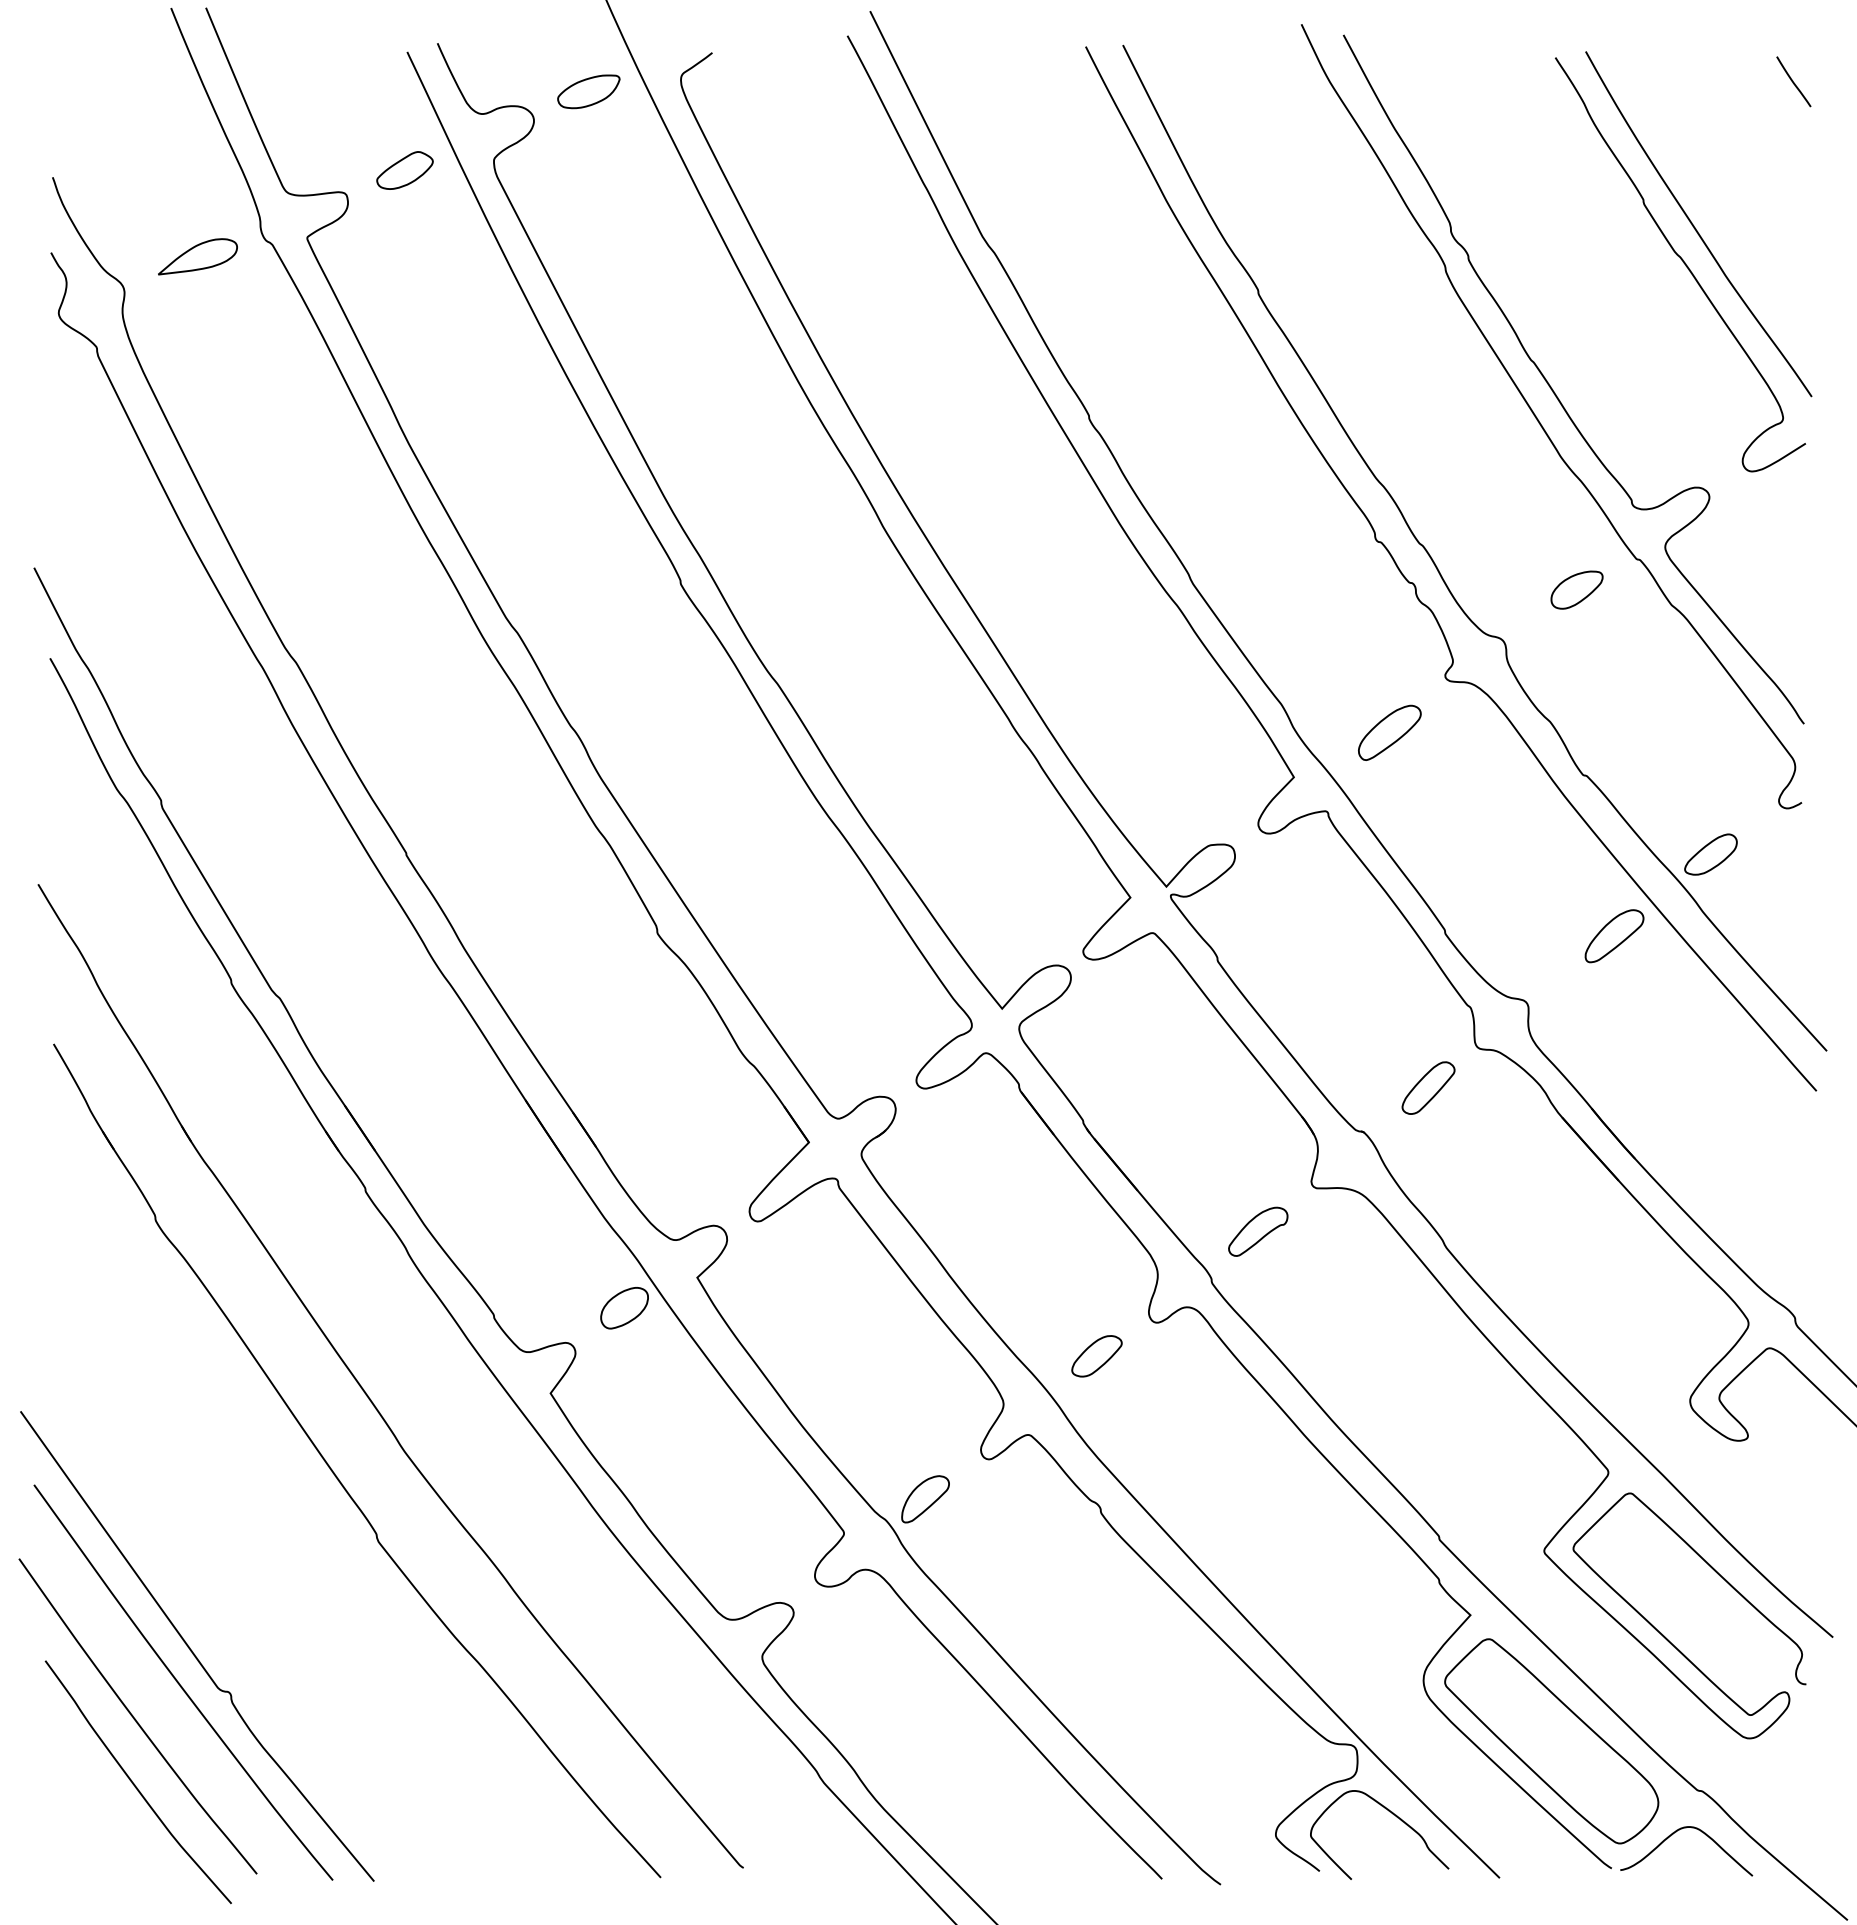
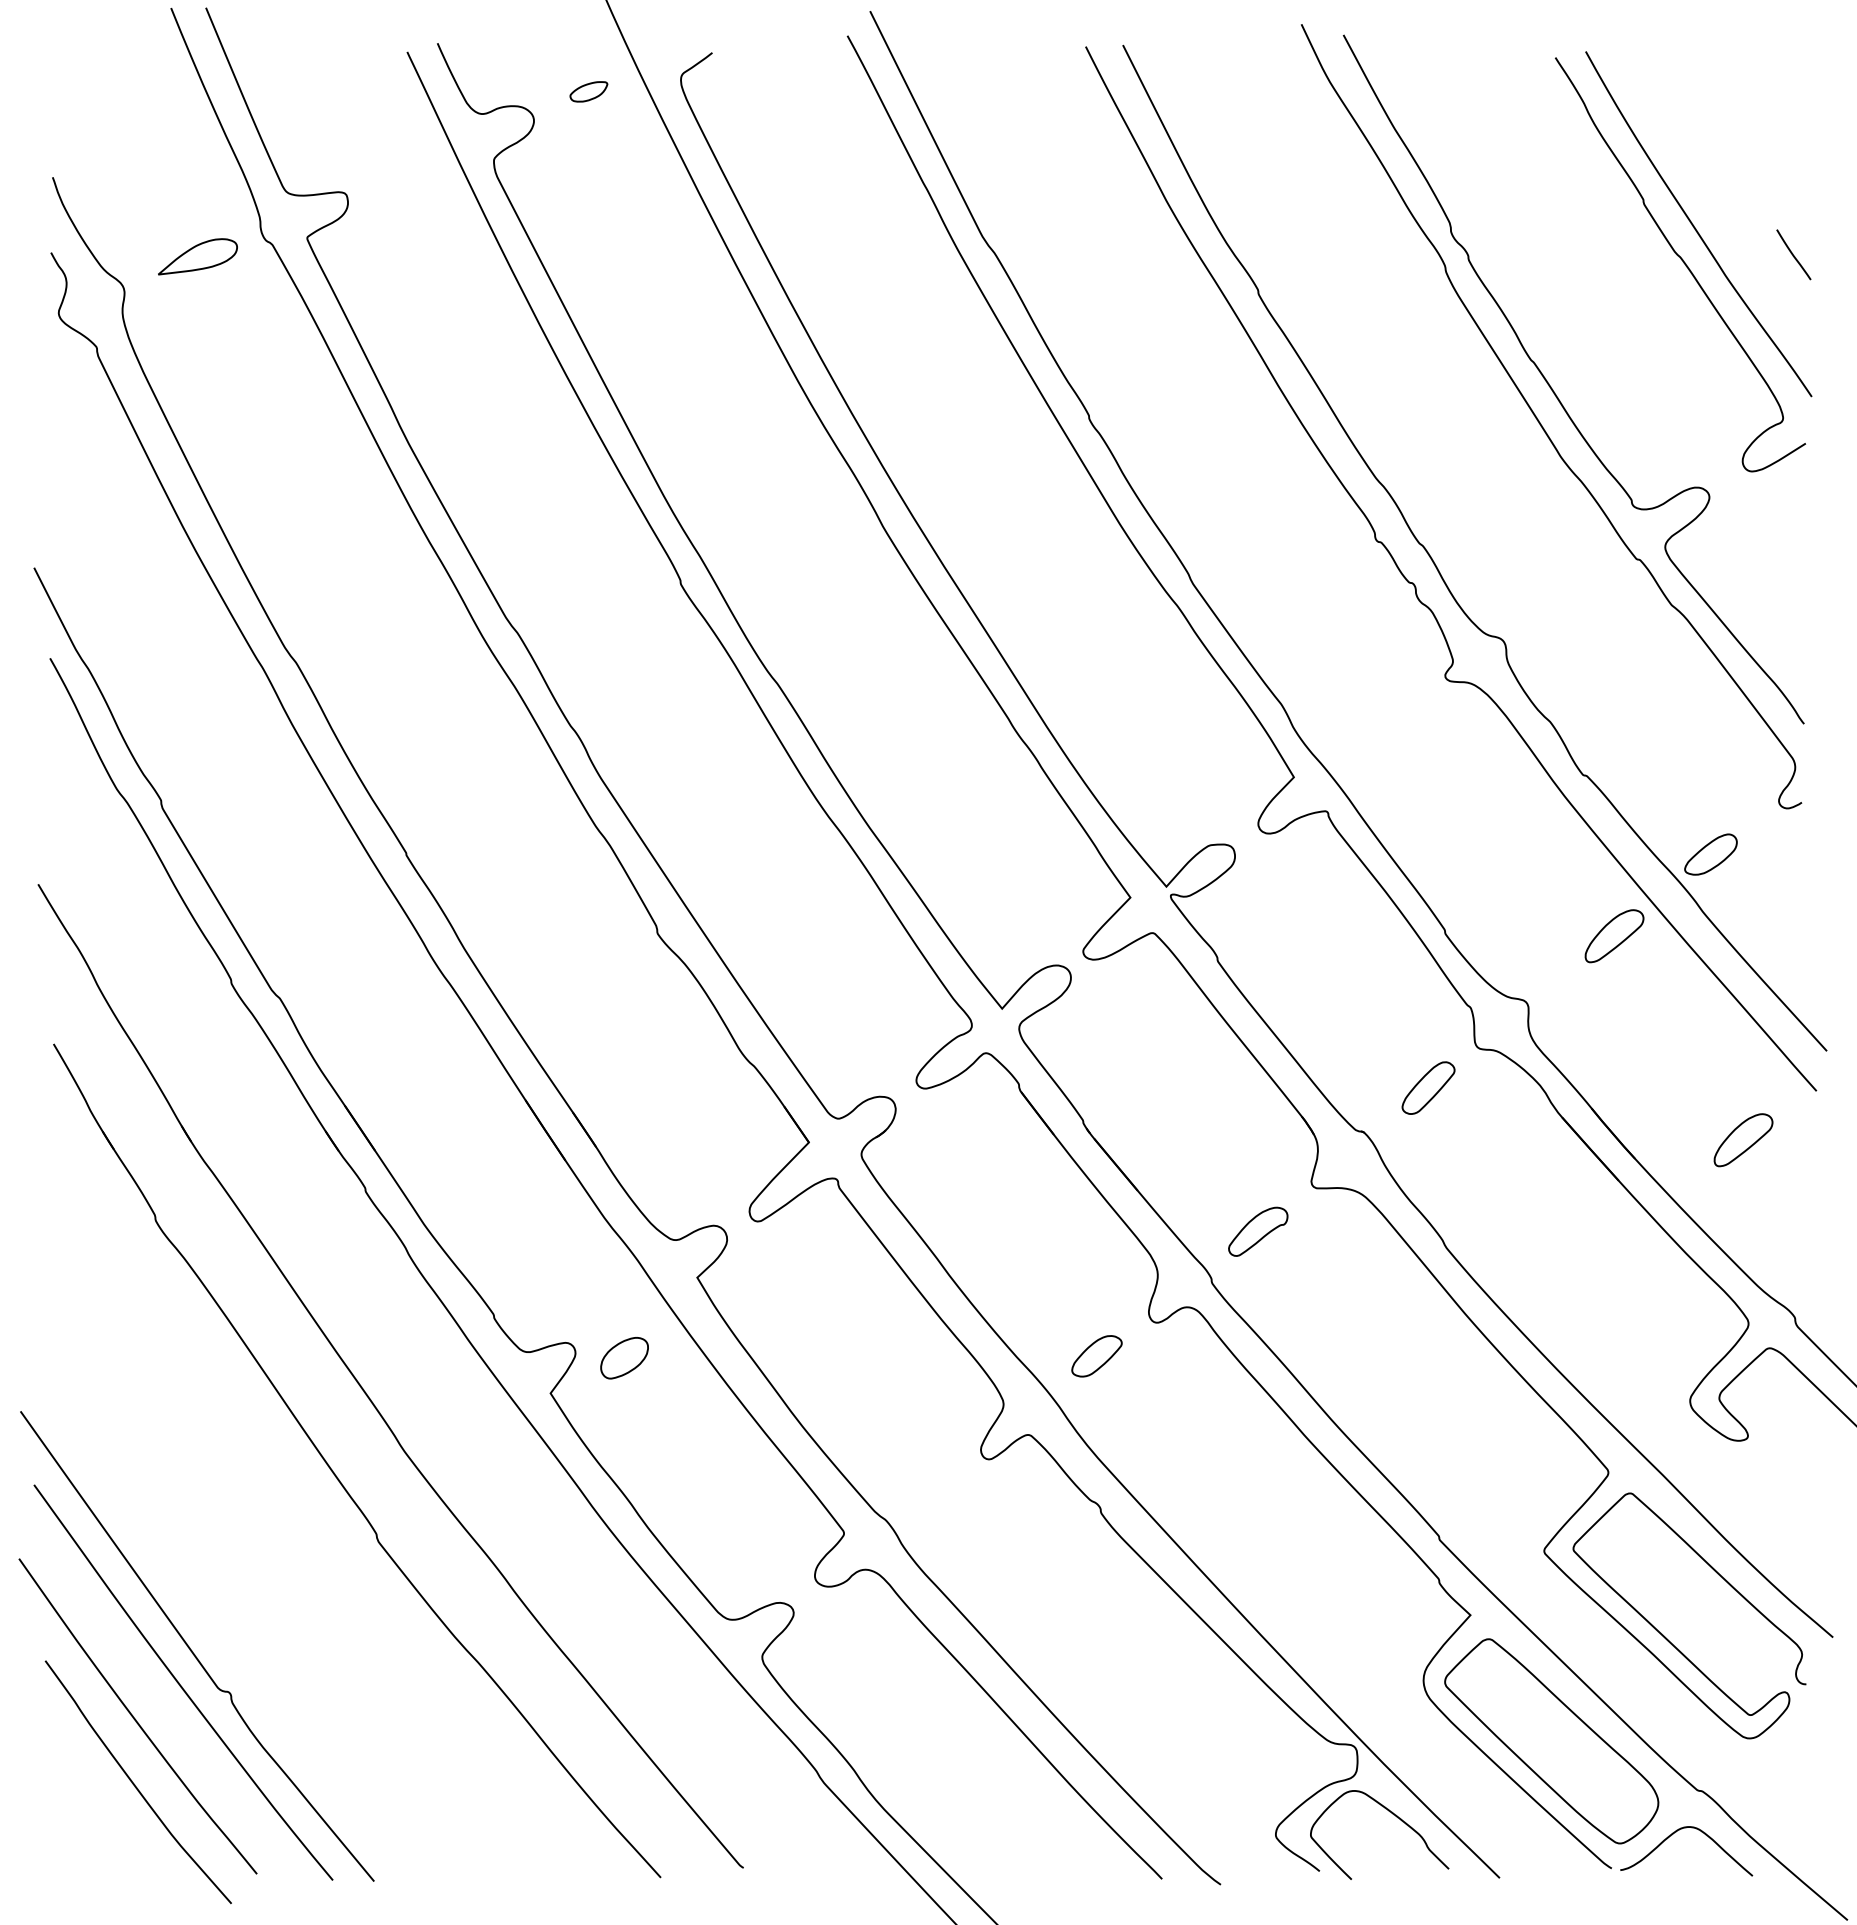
curve at (1793, 81) position: (1793, 81) -> (1793, 254)
part at (588, 91) size: 64x36 px -> 40x22 px
part at (404, 170): present -> none
part at (1576, 589): present -> none
part at (1389, 732): present -> none
part at (1743, 1140): none -> present
part at (624, 1308) position: (624, 1308) -> (624, 1358)
part at (925, 1499): present -> none
